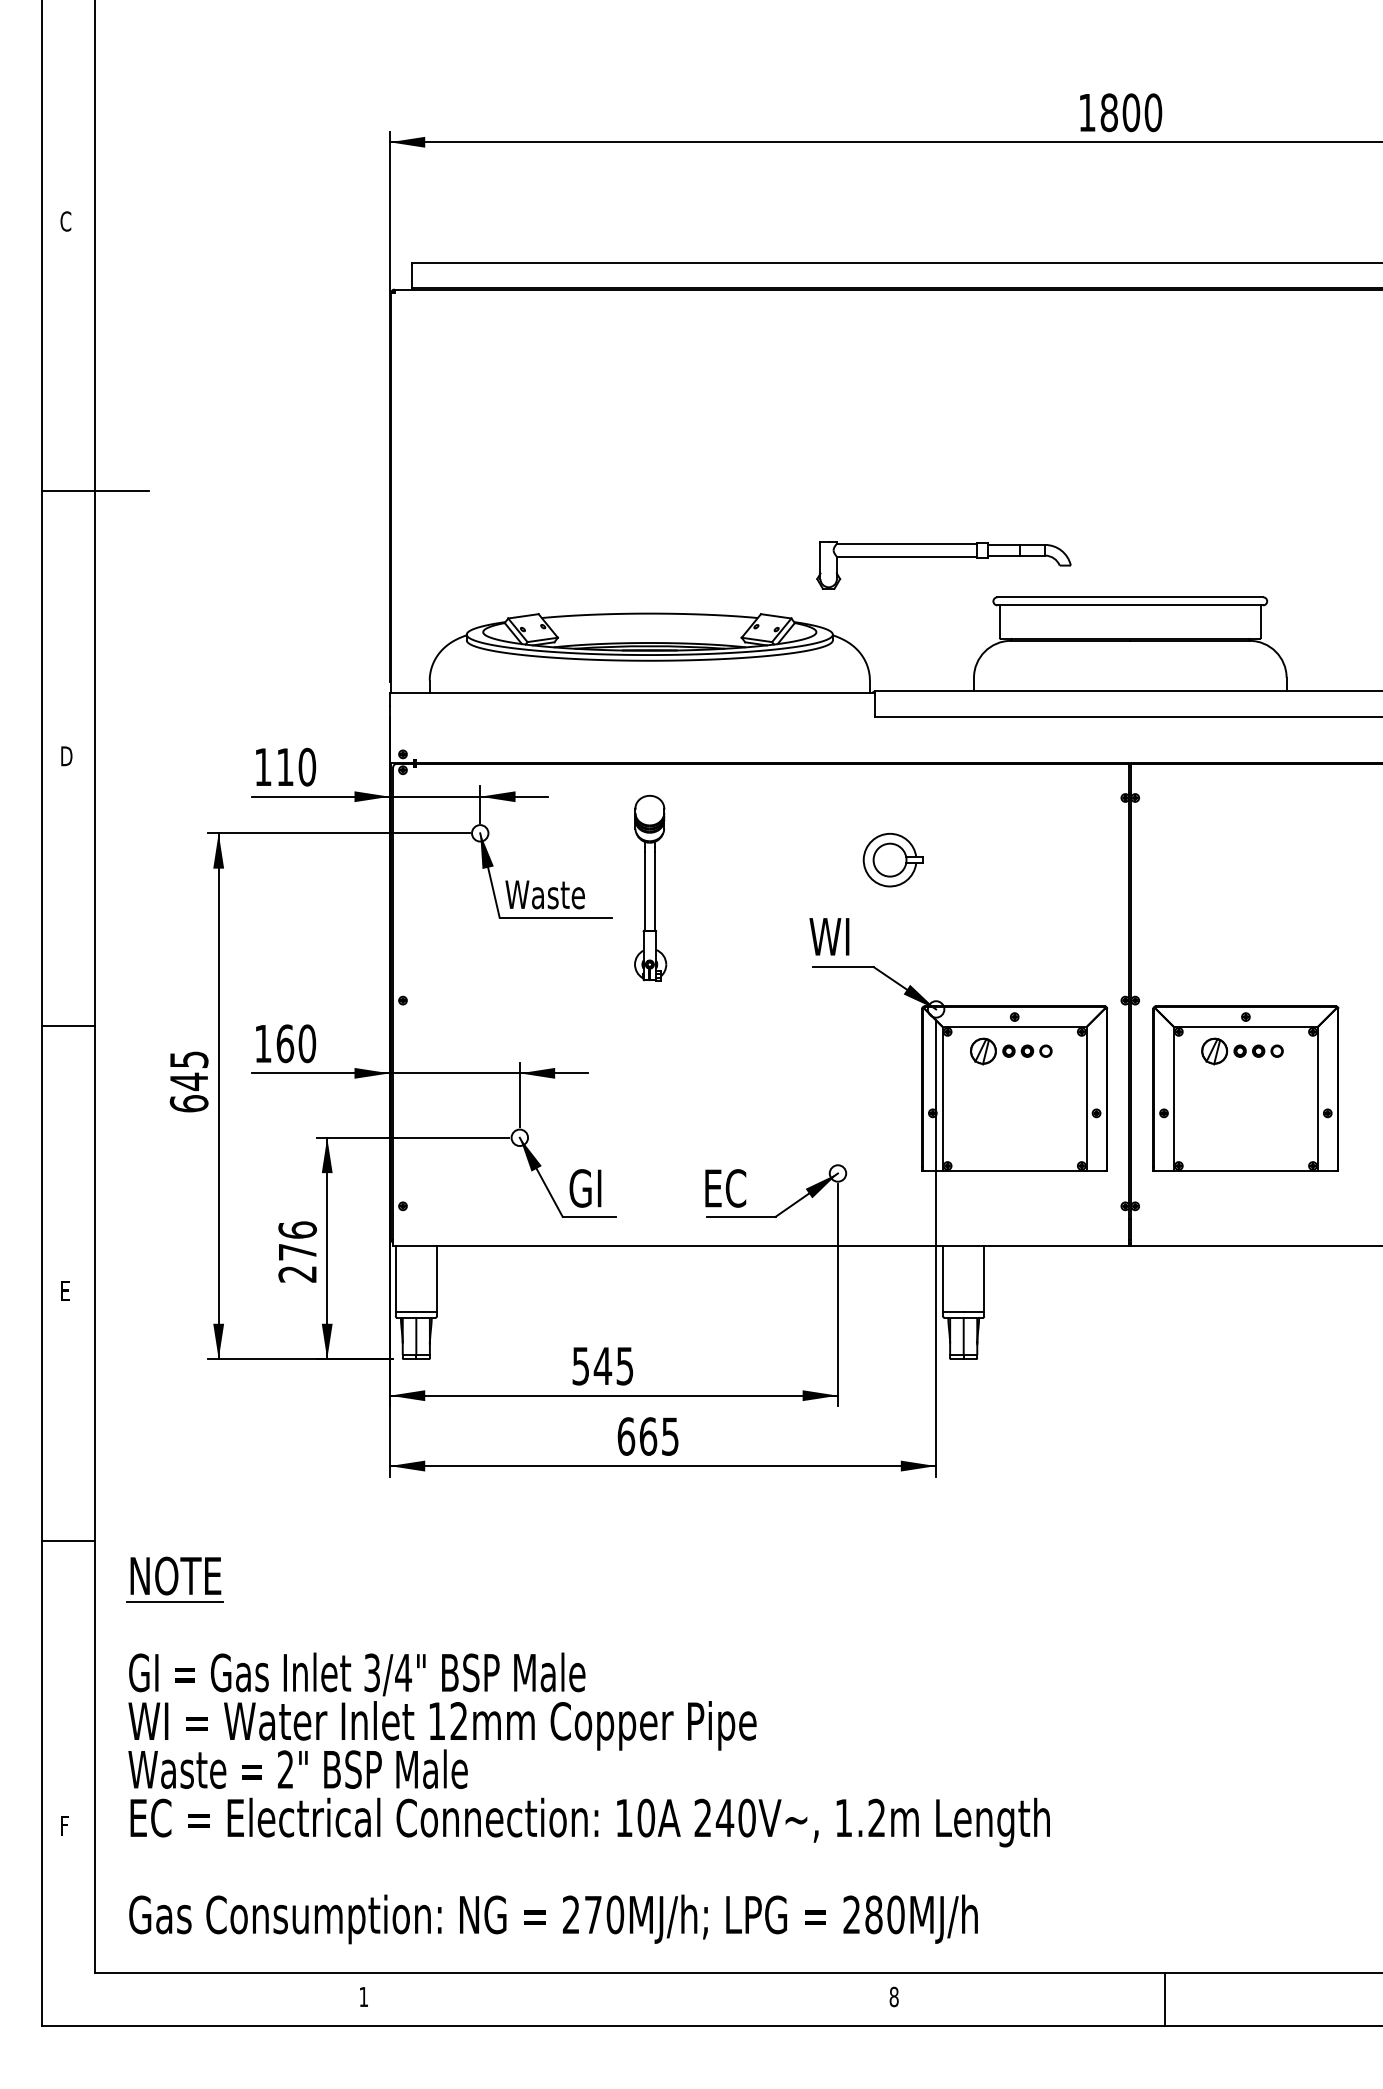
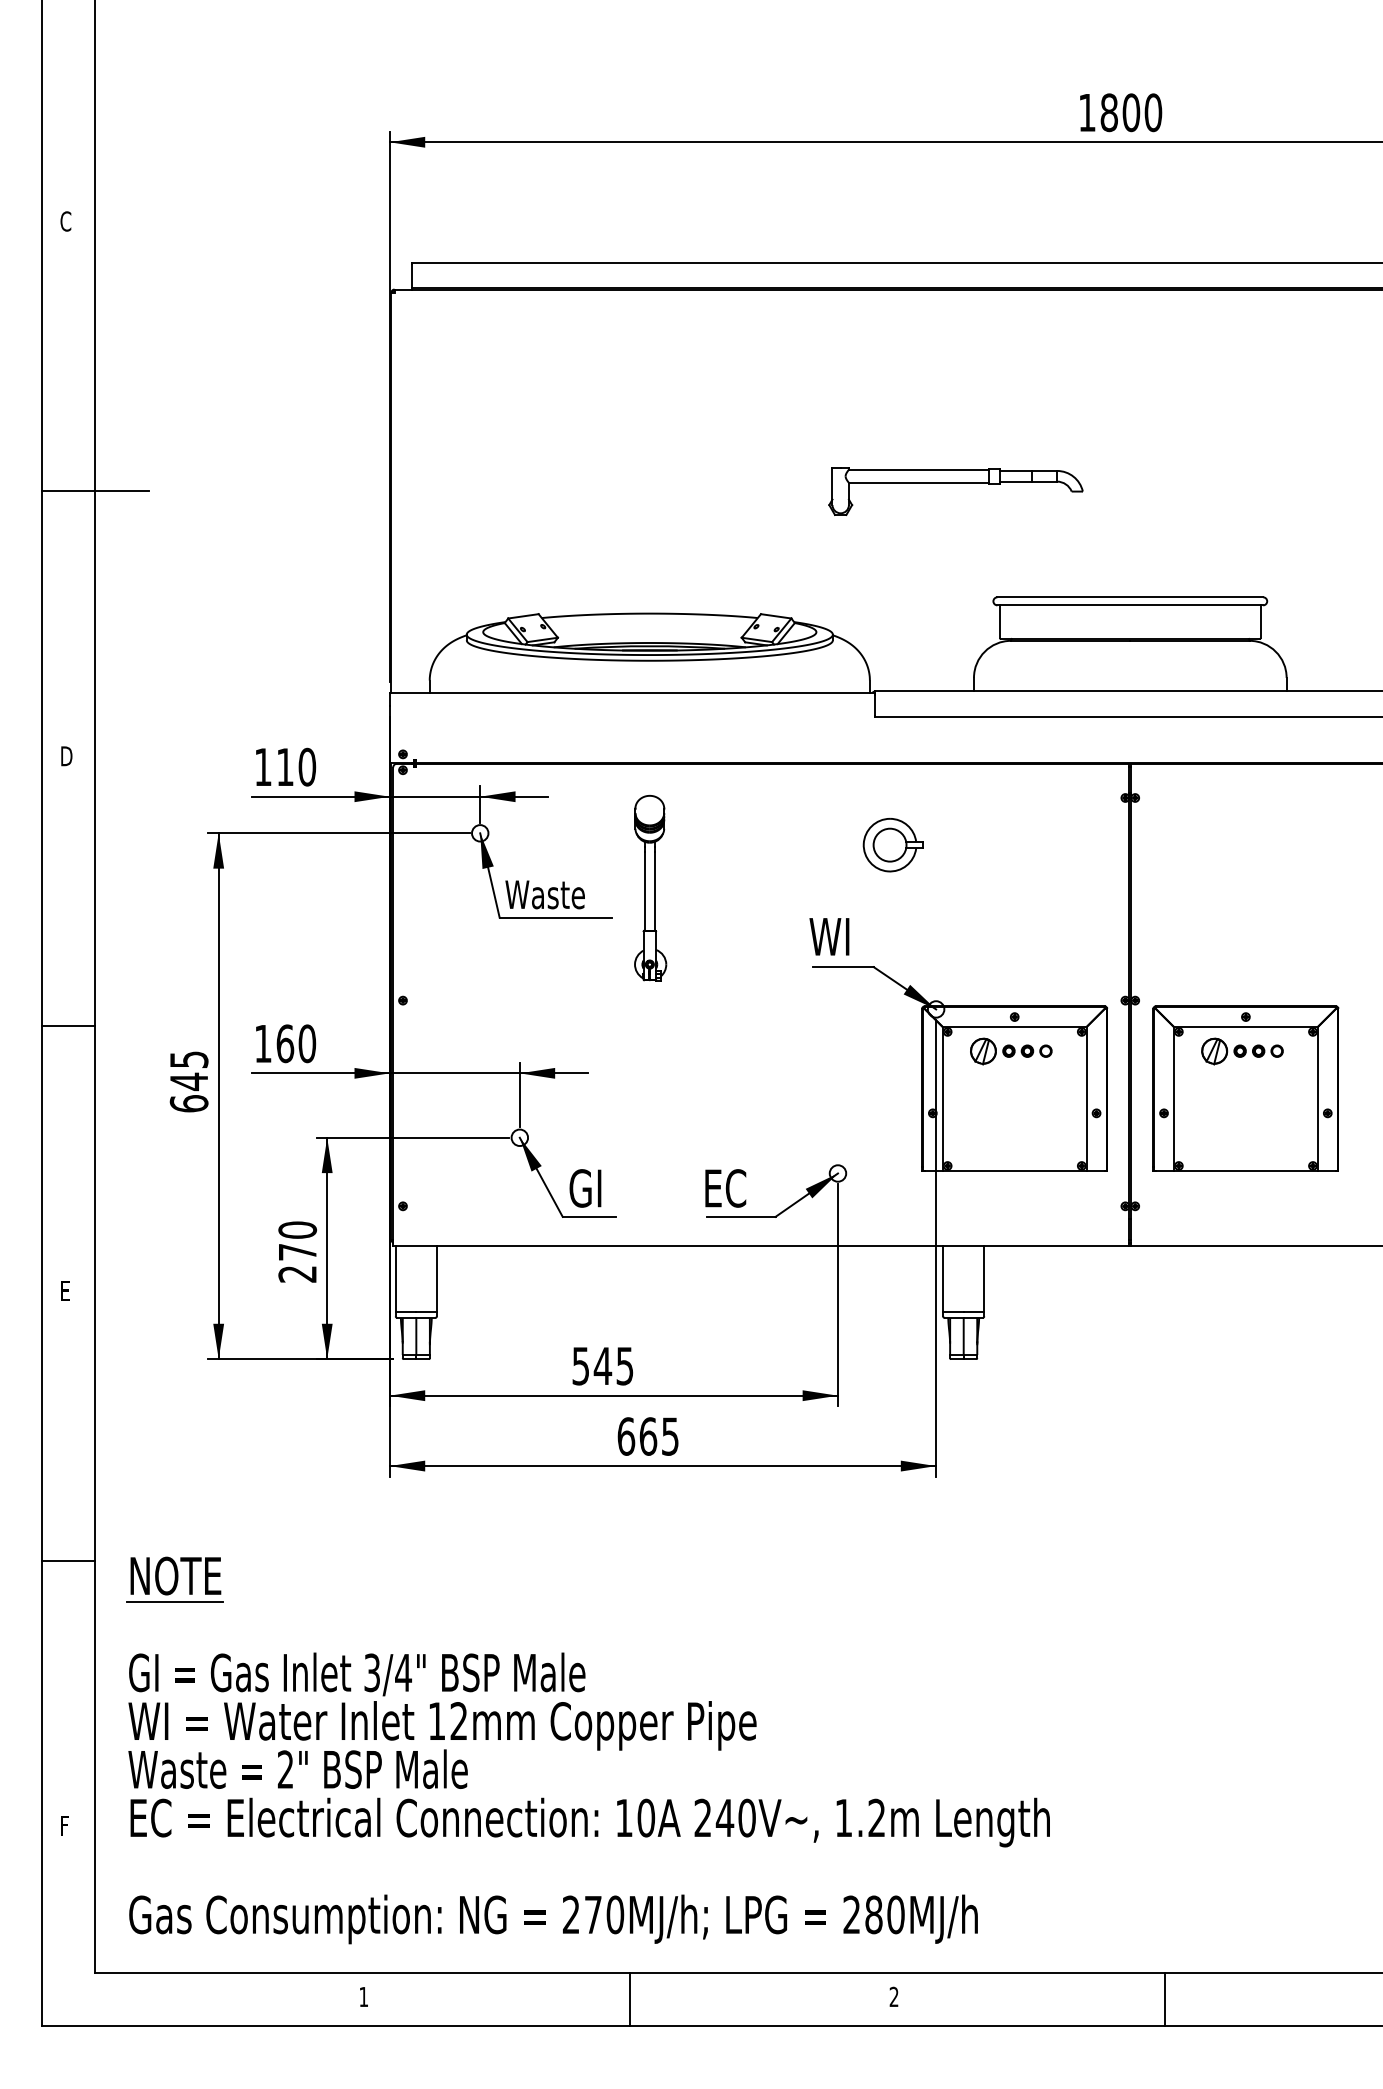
part at (943, 557) position: (943, 557) -> (955, 483)
part at (892, 860) position: (892, 860) -> (892, 845)
text at (297, 1229): 276 -> 270
line at (68, 1541) position: (68, 1541) -> (68, 1561)
text at (893, 1996): 8 -> 2
line at (629, 1999): none -> present
